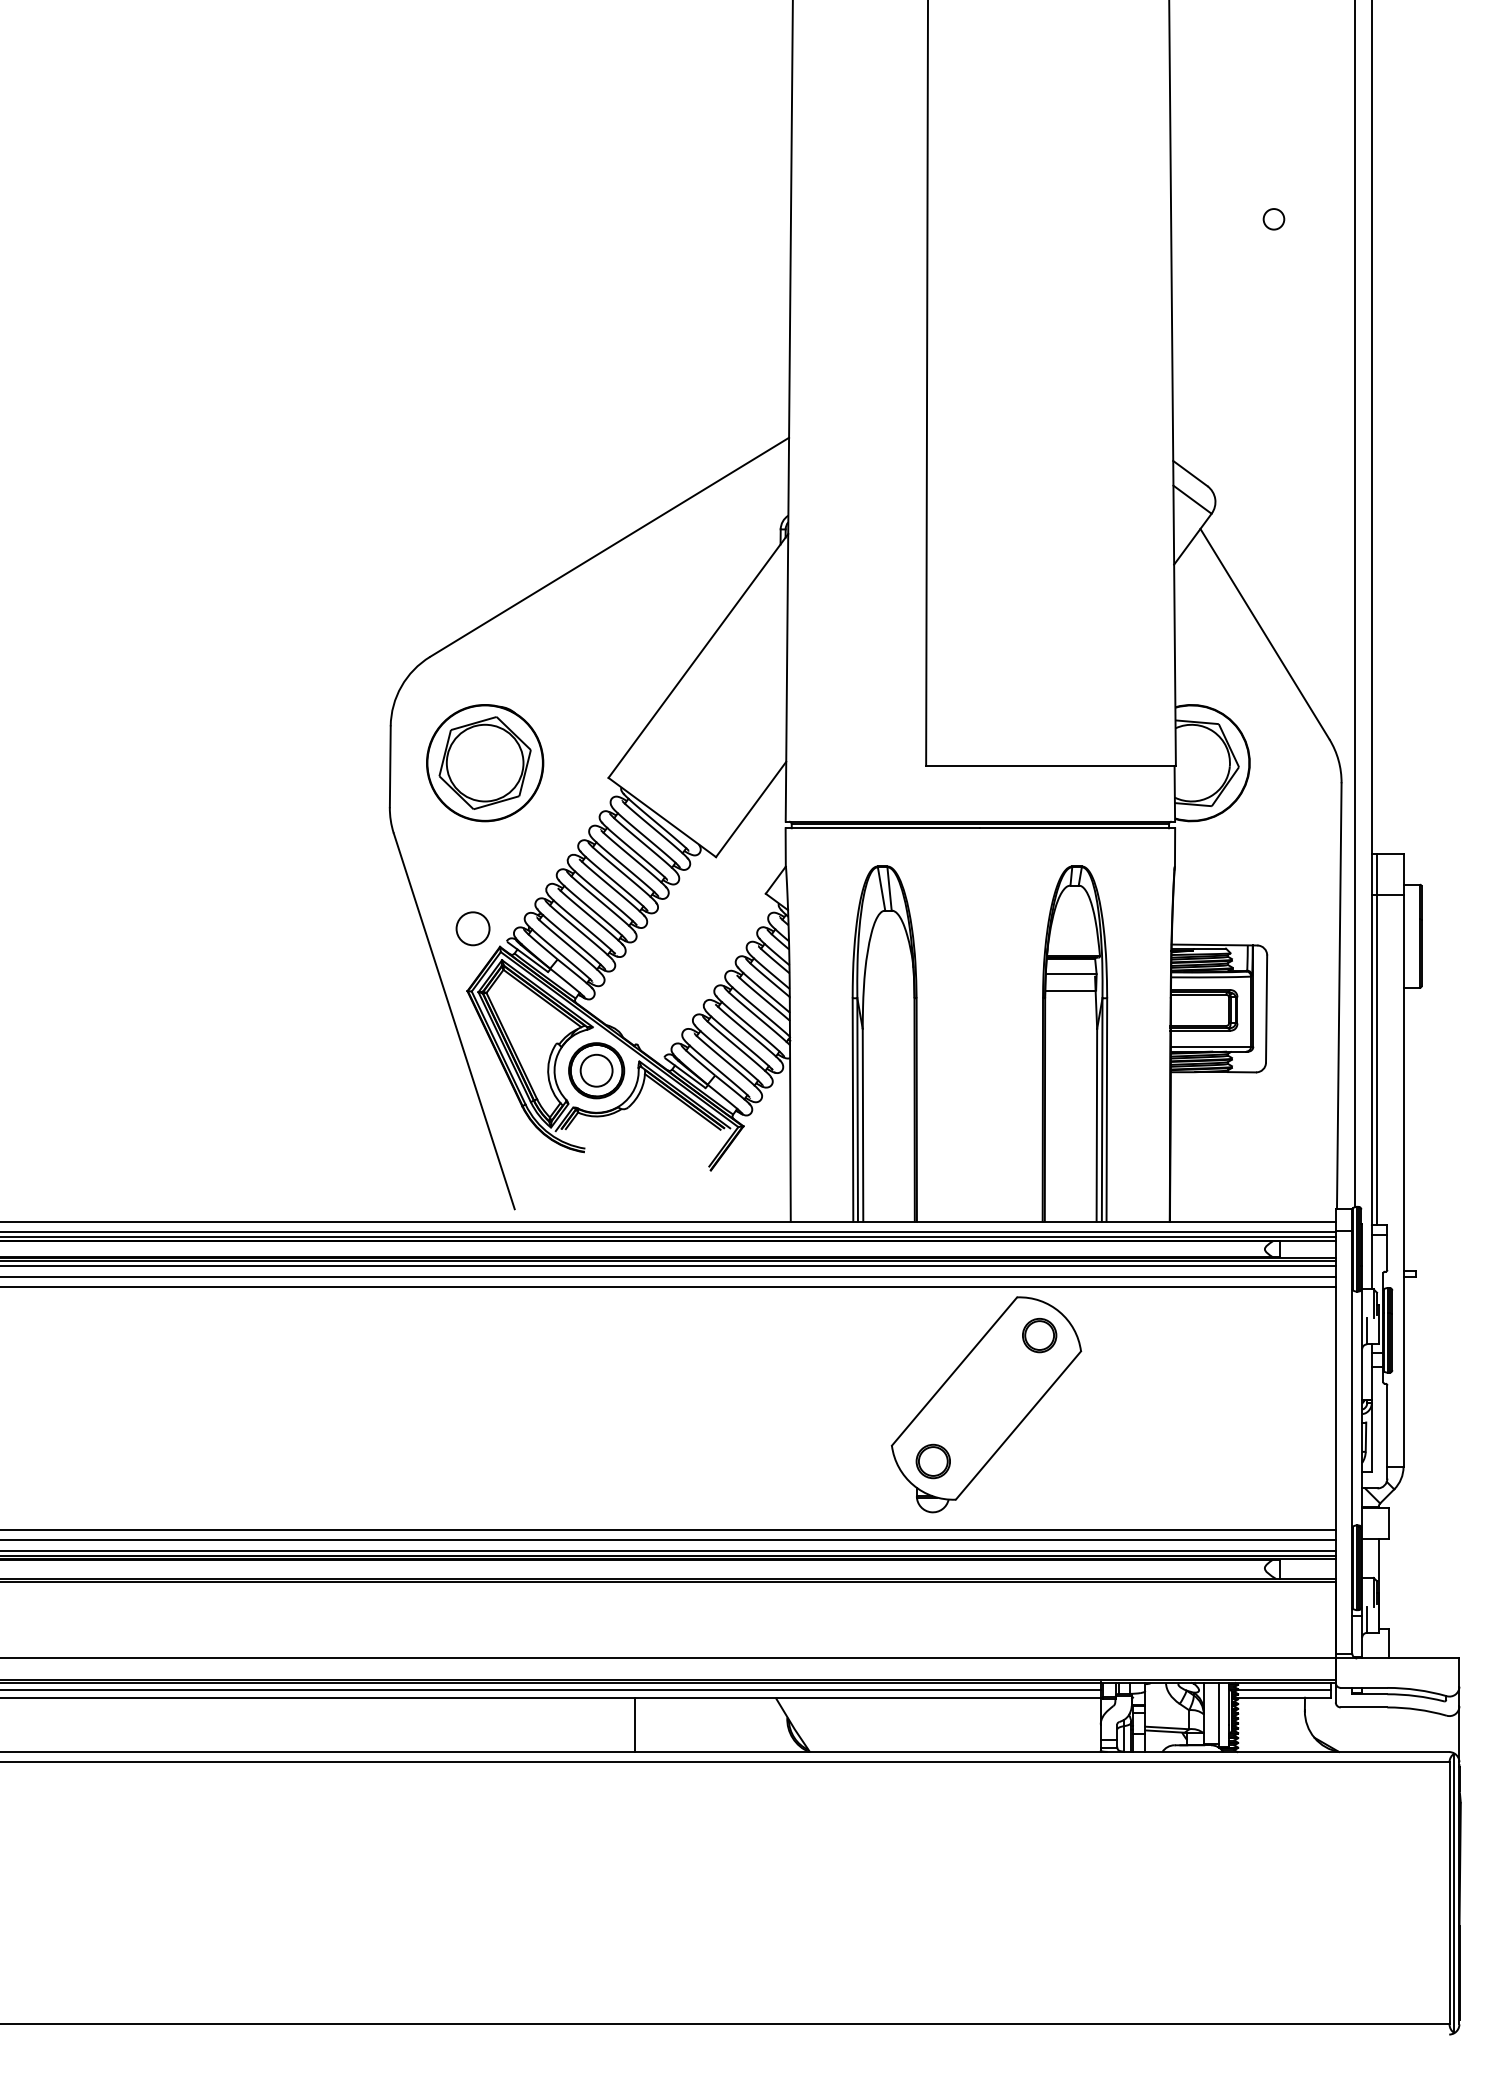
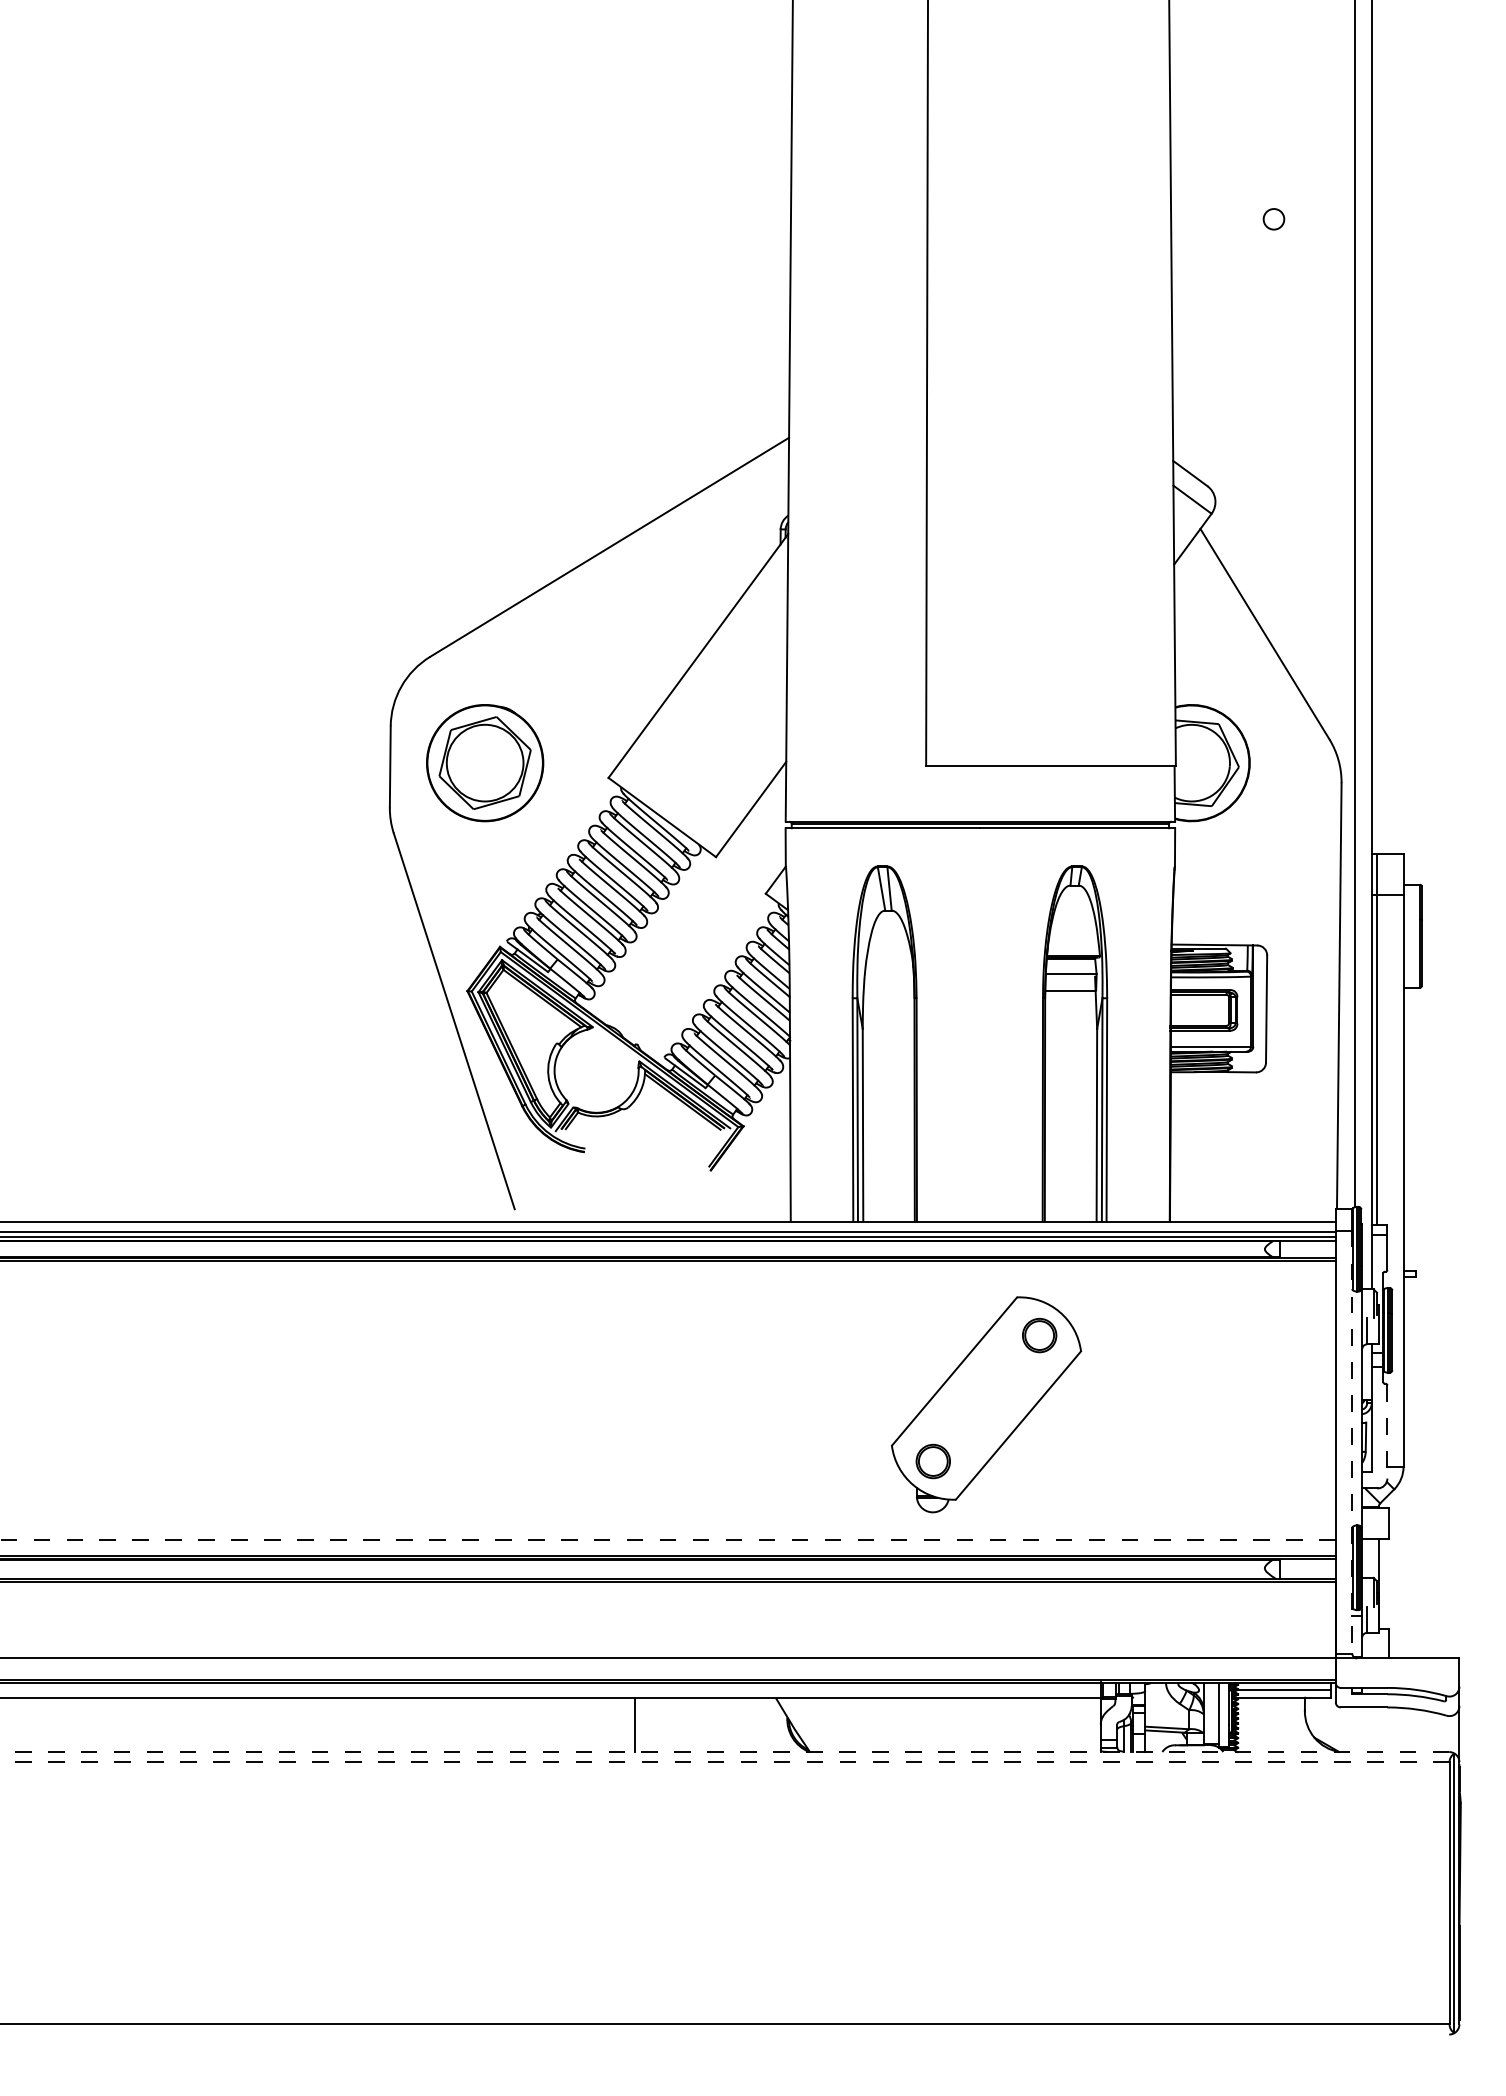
circle at (472, 928): present -> none
part at (596, 1070): present -> none
line at (668, 1266): present -> none
line at (668, 1276): present -> none
line at (668, 1286): present -> none
line at (1387, 1432): solid -> dashed
line at (1352, 1442): solid -> dashed
line at (668, 1530): present -> none
line at (667, 1540): solid -> dashed
line at (668, 1550): present -> none
line at (551, 1689): present -> none
line at (724, 1752): solid -> dashed
line at (724, 1762): solid -> dashed
